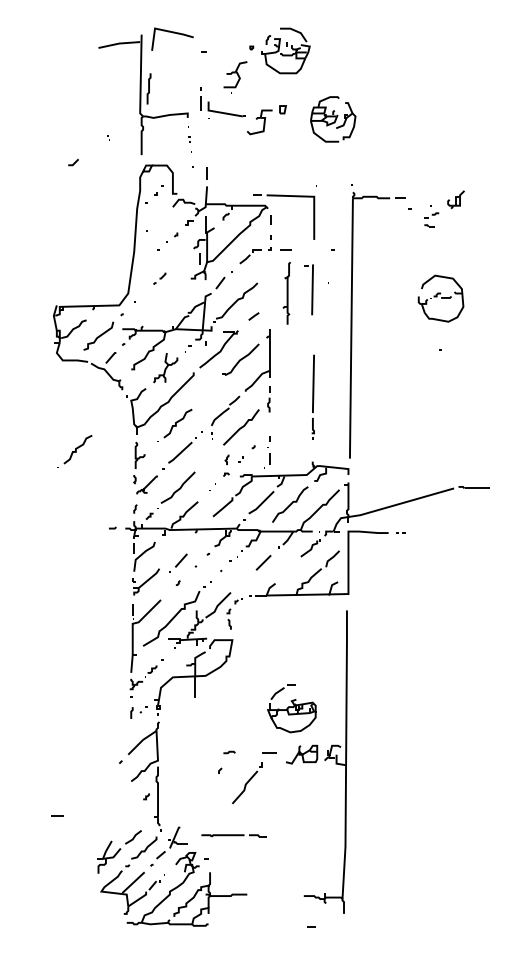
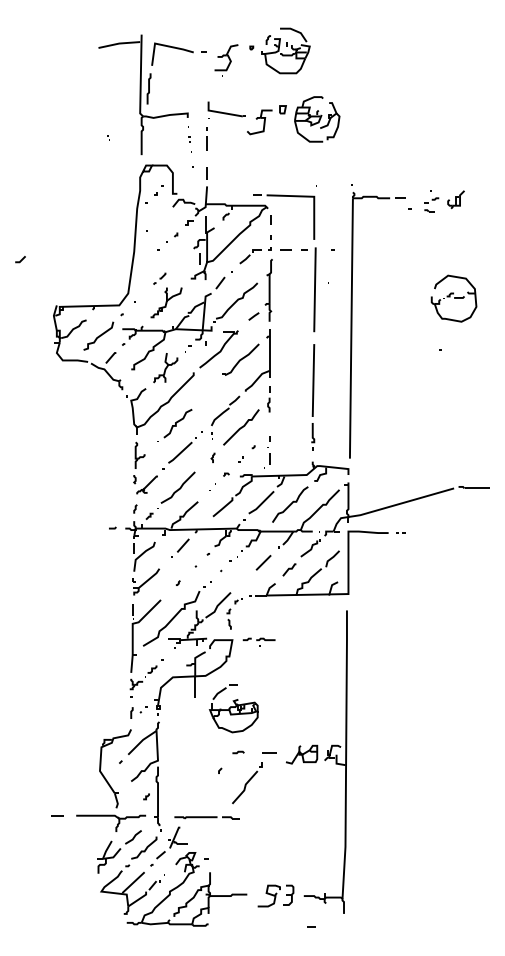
line at (172, 33) position: (172, 33) -> (172, 48)
part at (235, 77) position: (235, 77) -> (226, 60)
line at (200, 98) position: (200, 98) -> (206, 138)
part at (333, 119) position: (333, 119) -> (317, 119)
curve at (74, 162) position: (74, 162) -> (21, 259)
part at (431, 216) position: (431, 216) -> (431, 201)
part at (308, 289) size: 10x52 px -> 16x86 px
part at (286, 293) position: (286, 293) -> (268, 290)
part at (440, 298) position: (440, 298) -> (453, 298)
part at (166, 302): none -> present
part at (312, 396) size: 4x86 px -> 5x107 px
part at (74, 451): present -> none
curve at (226, 459) position: (226, 459) -> (212, 457)
part at (178, 562) position: (178, 562) -> (180, 547)
line at (289, 569): none -> present
part at (258, 641): none -> present
part at (291, 708) position: (291, 708) -> (233, 708)
line at (229, 752) position: (229, 752) -> (238, 752)
part at (111, 780): none -> present
part at (233, 835) position: (233, 835) -> (206, 817)
part at (275, 895): none -> present
